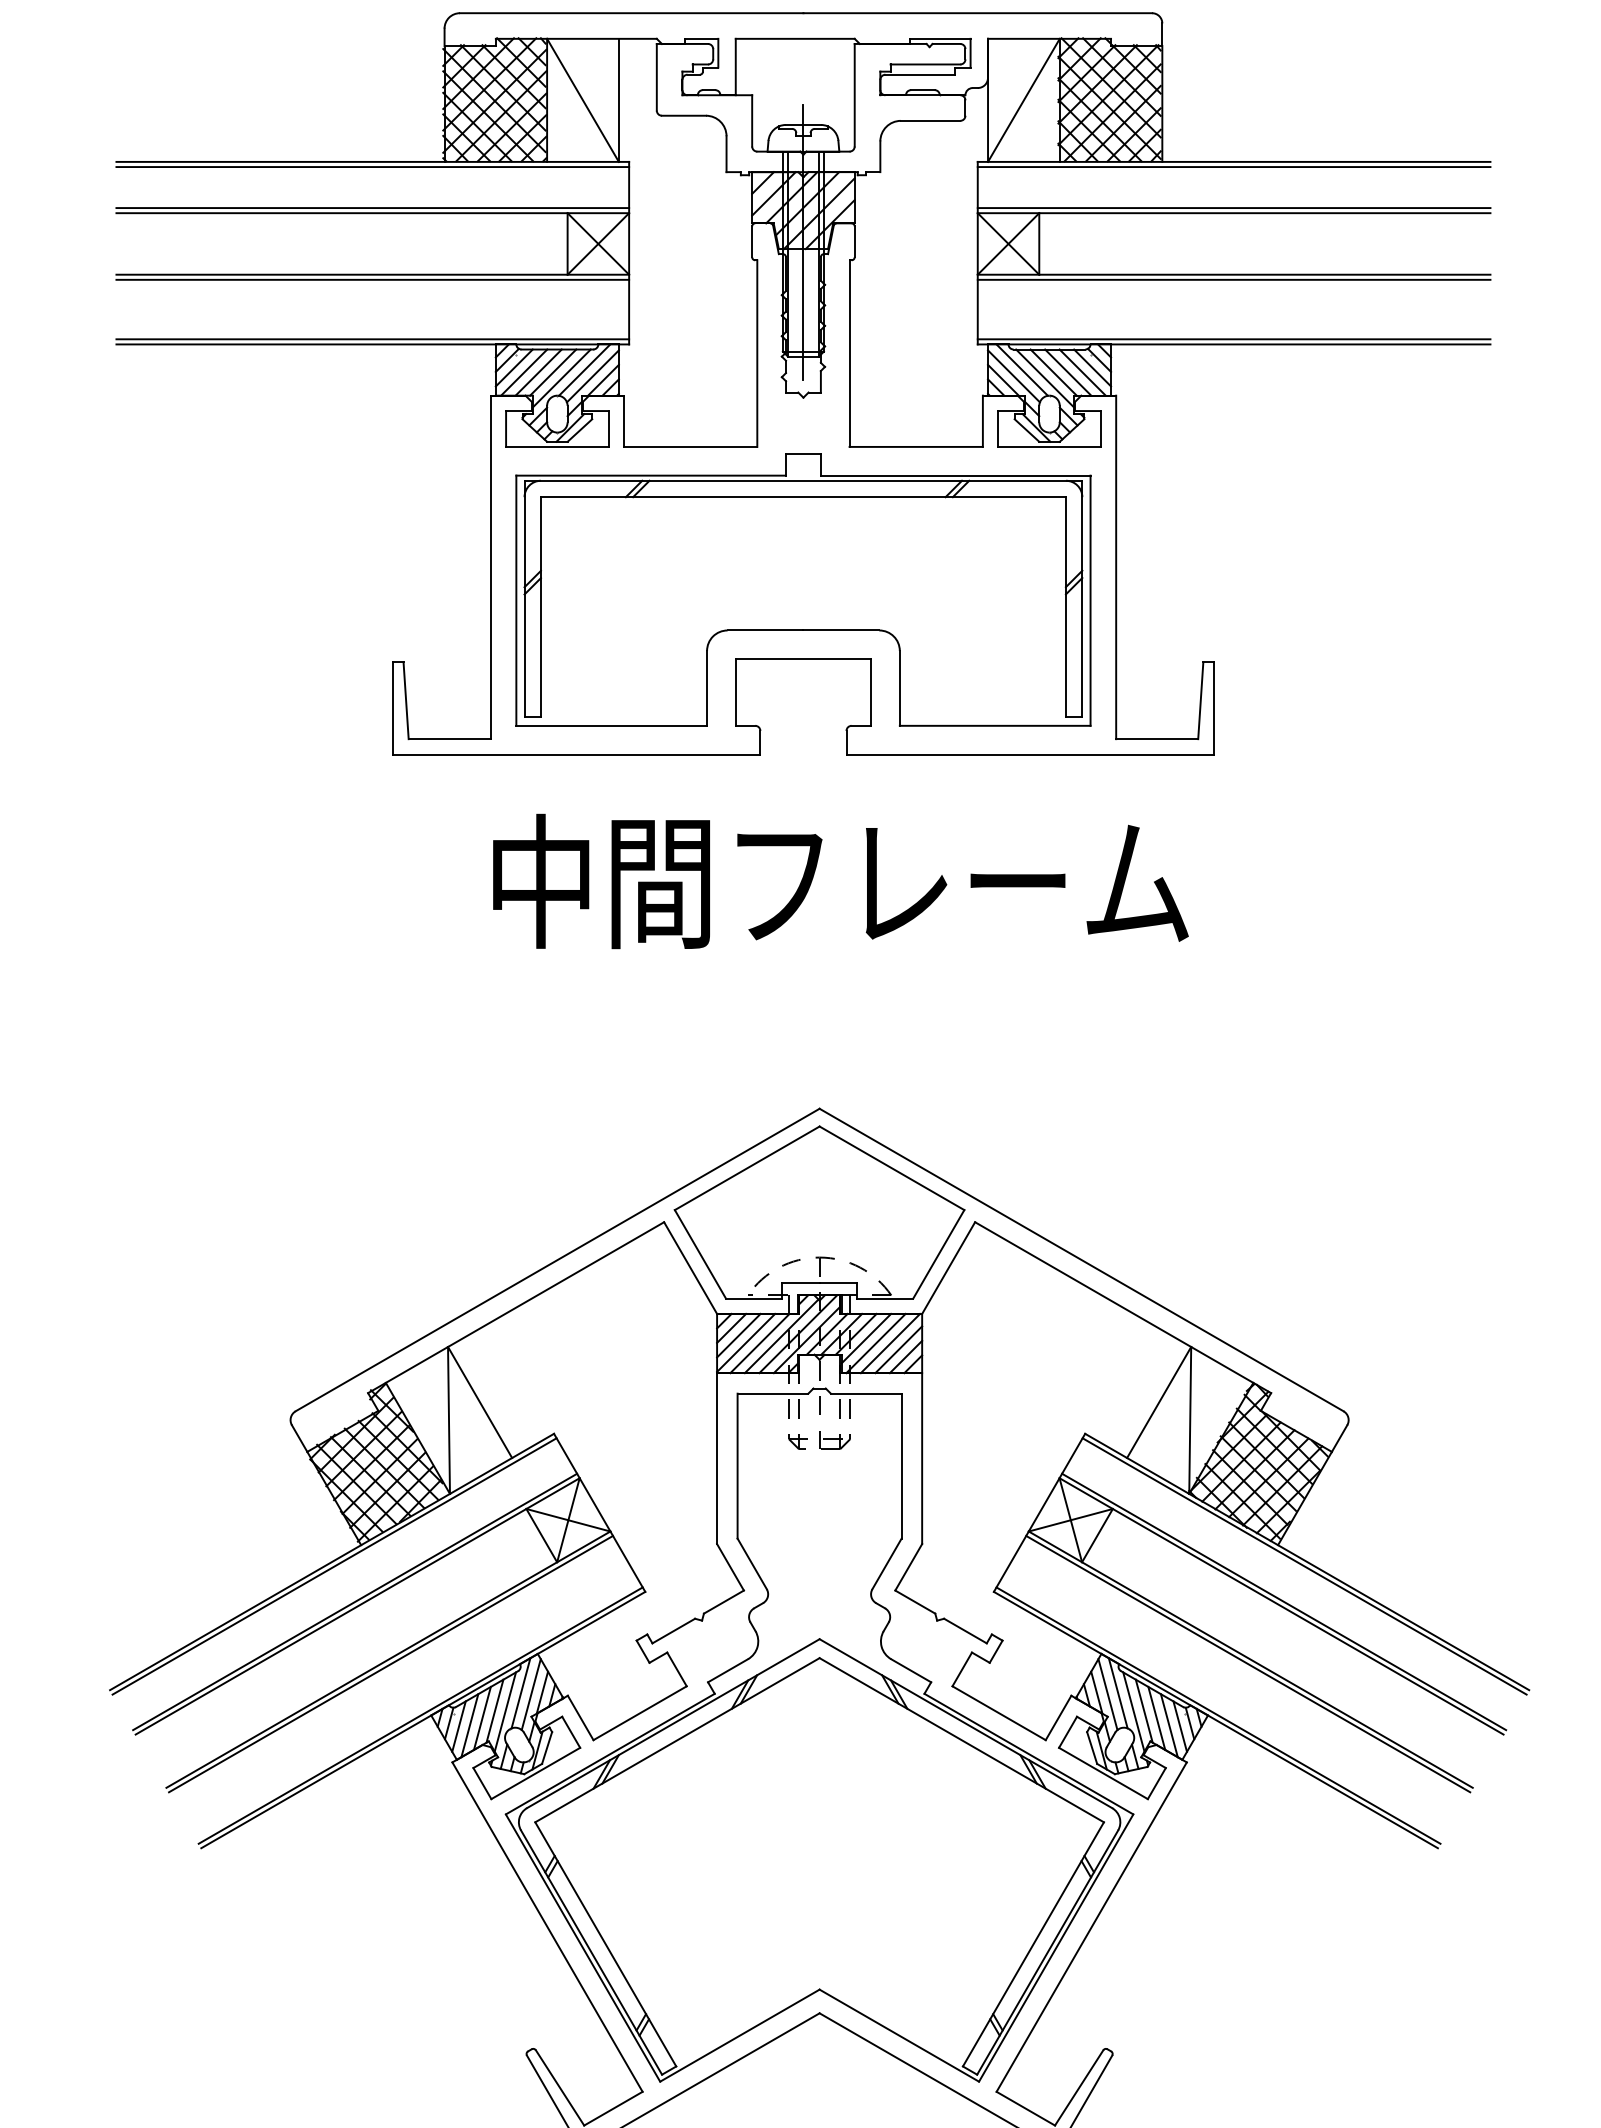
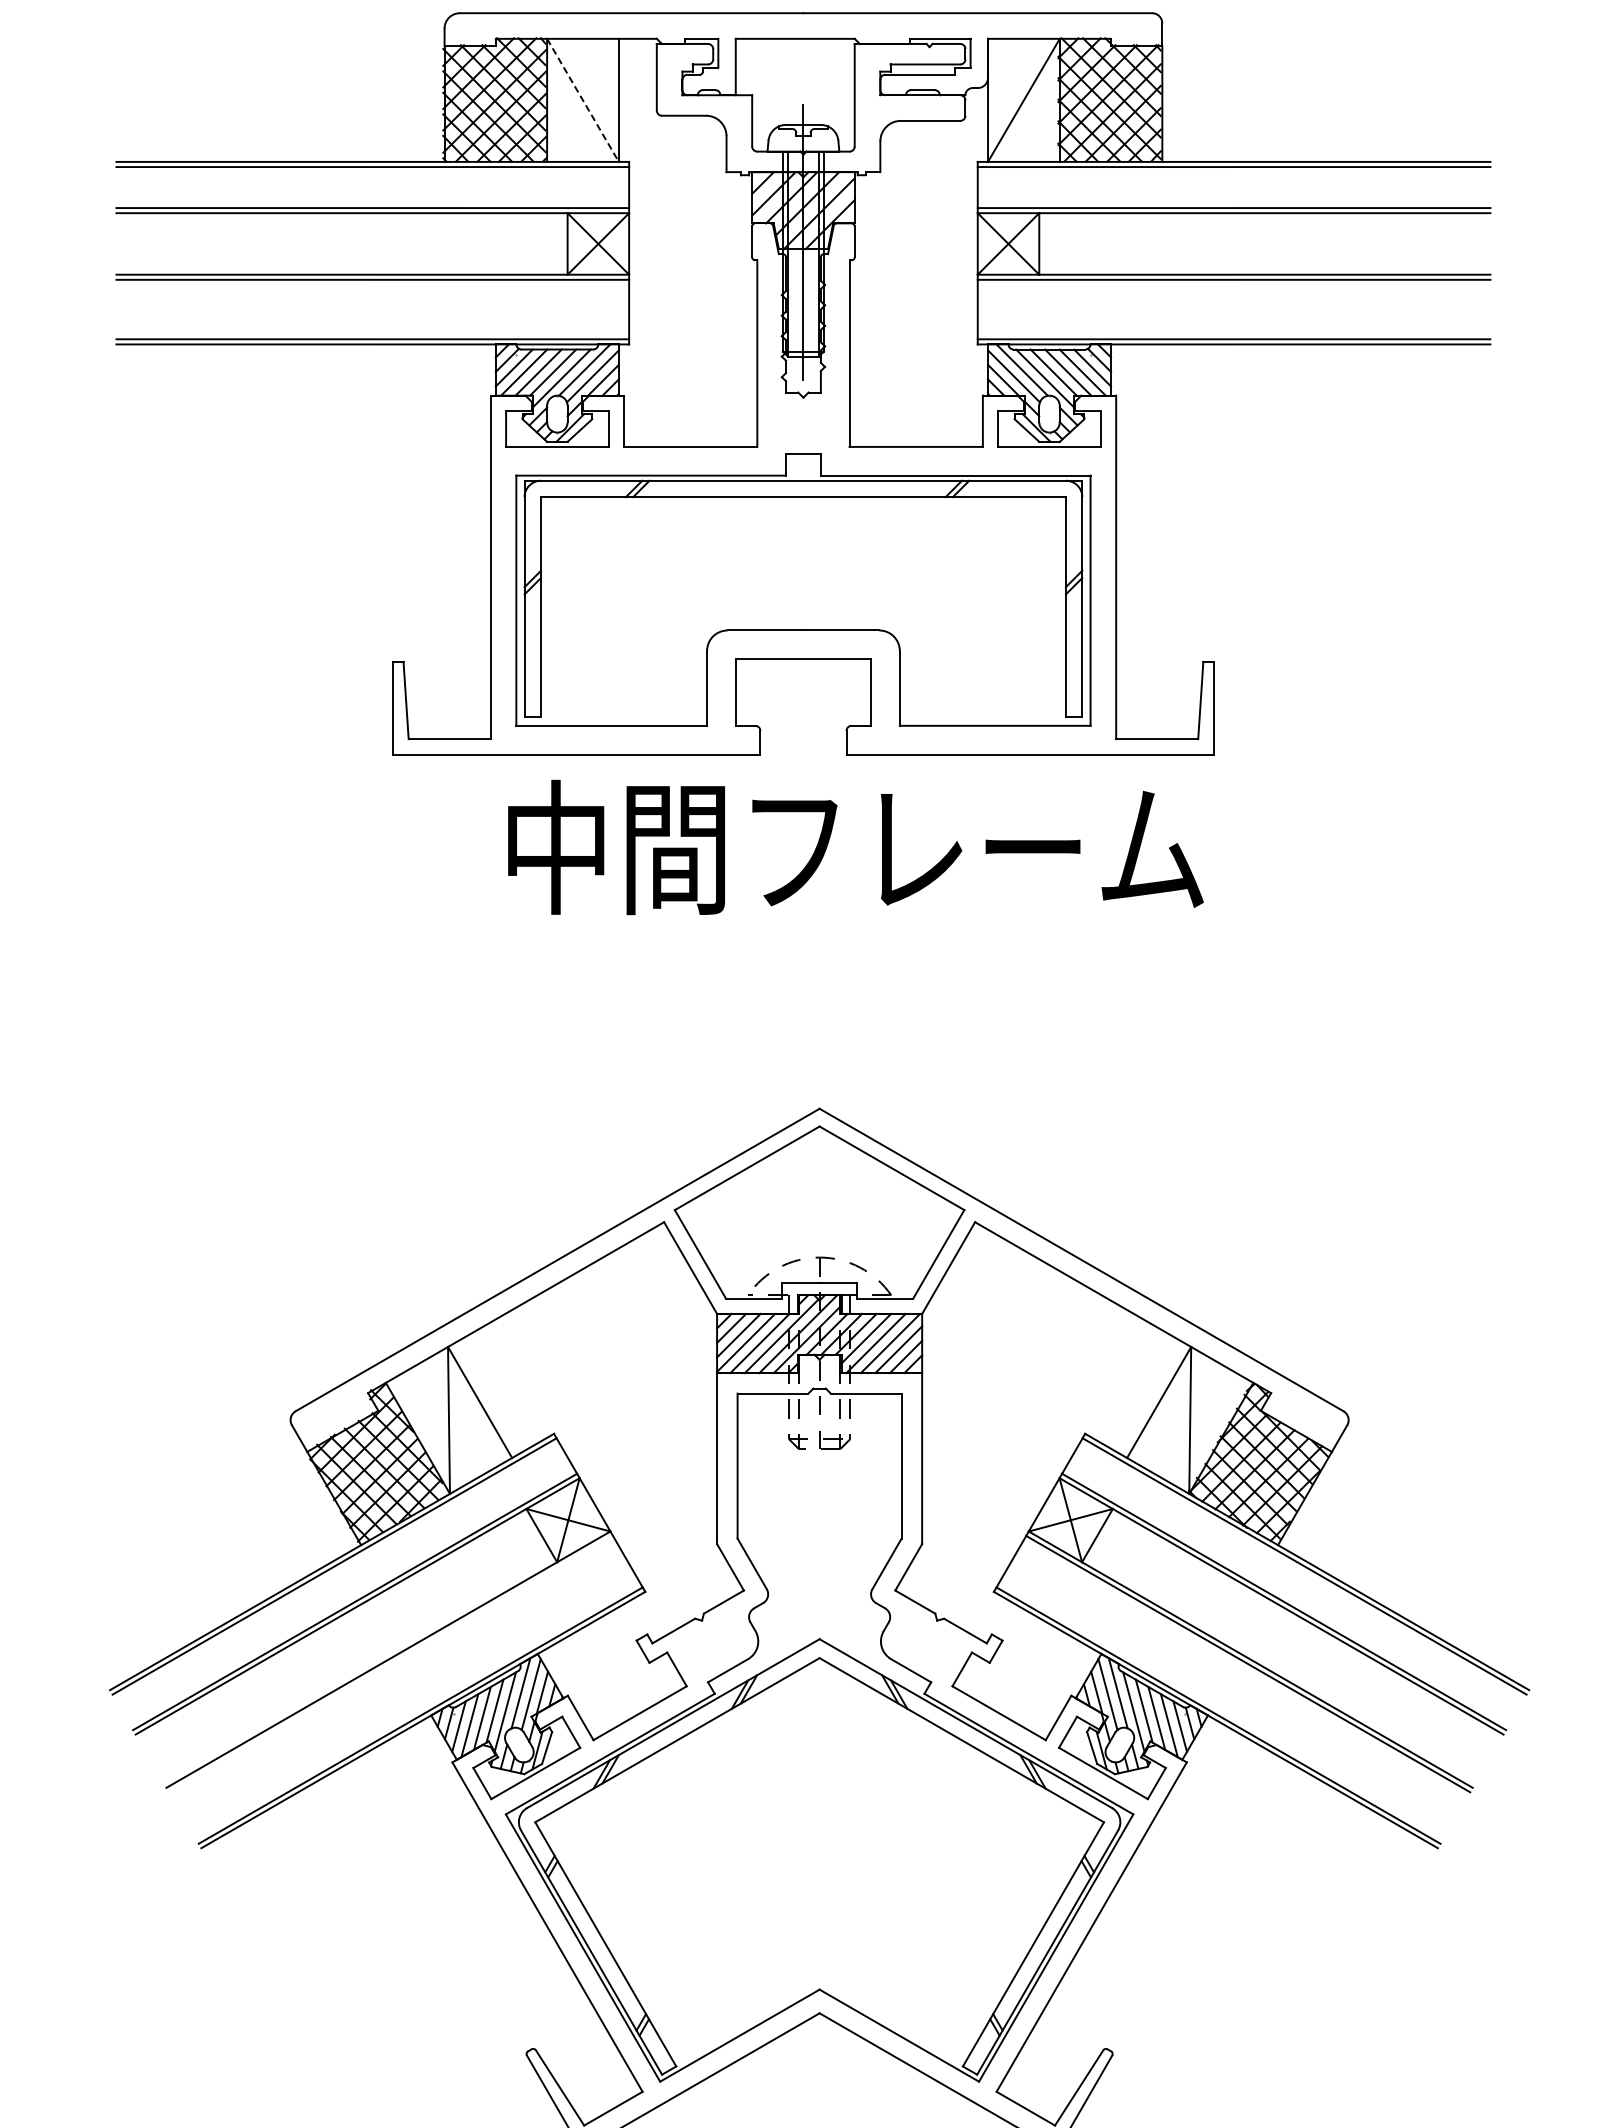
line at (583, 100): solid -> dashed
text at (840, 881) position: (840, 881) -> (855, 847)
line at (391, 1663): present -> none
